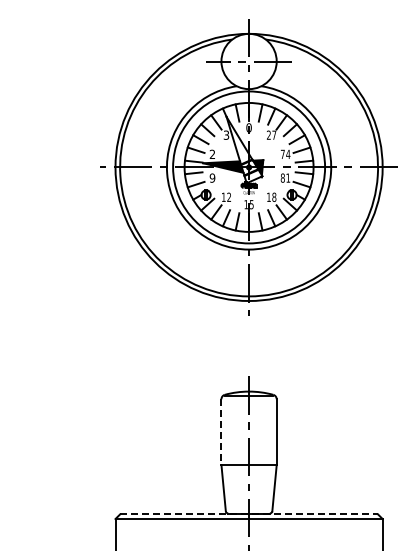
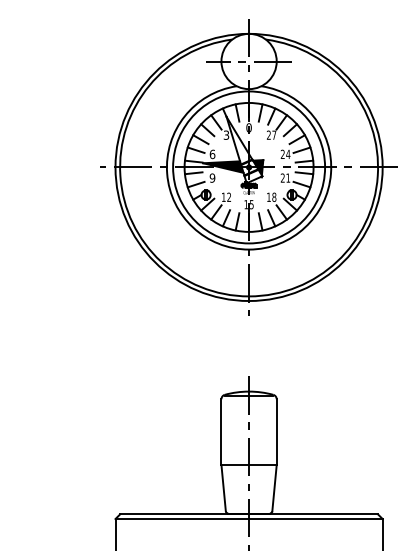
text at (282, 153): 74 -> 24
text at (212, 154): 2 -> 6
text at (282, 177): 81 -> 21
line at (221, 432): dashed -> solid
line at (249, 514): dashed -> solid
